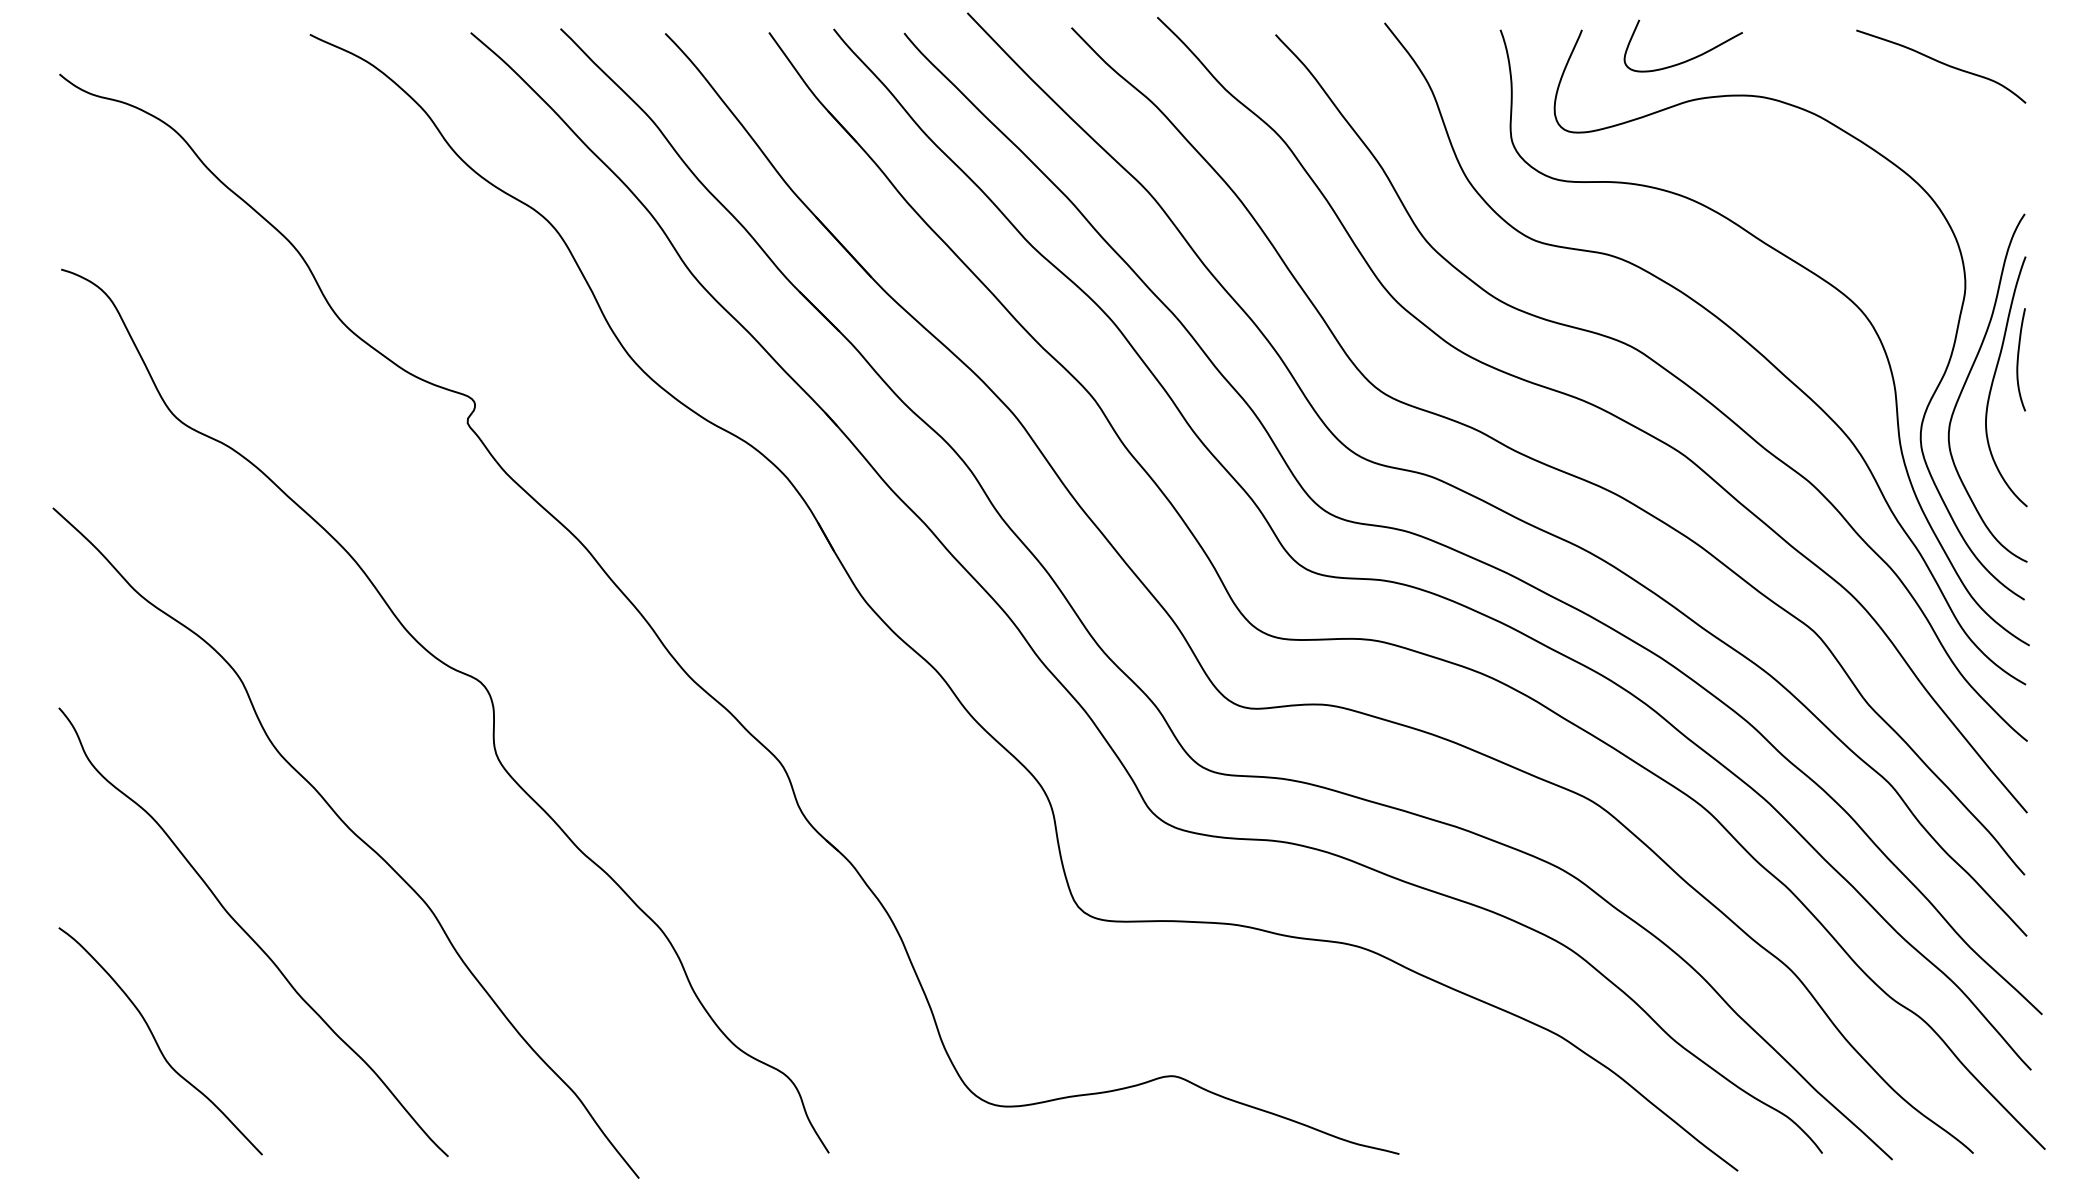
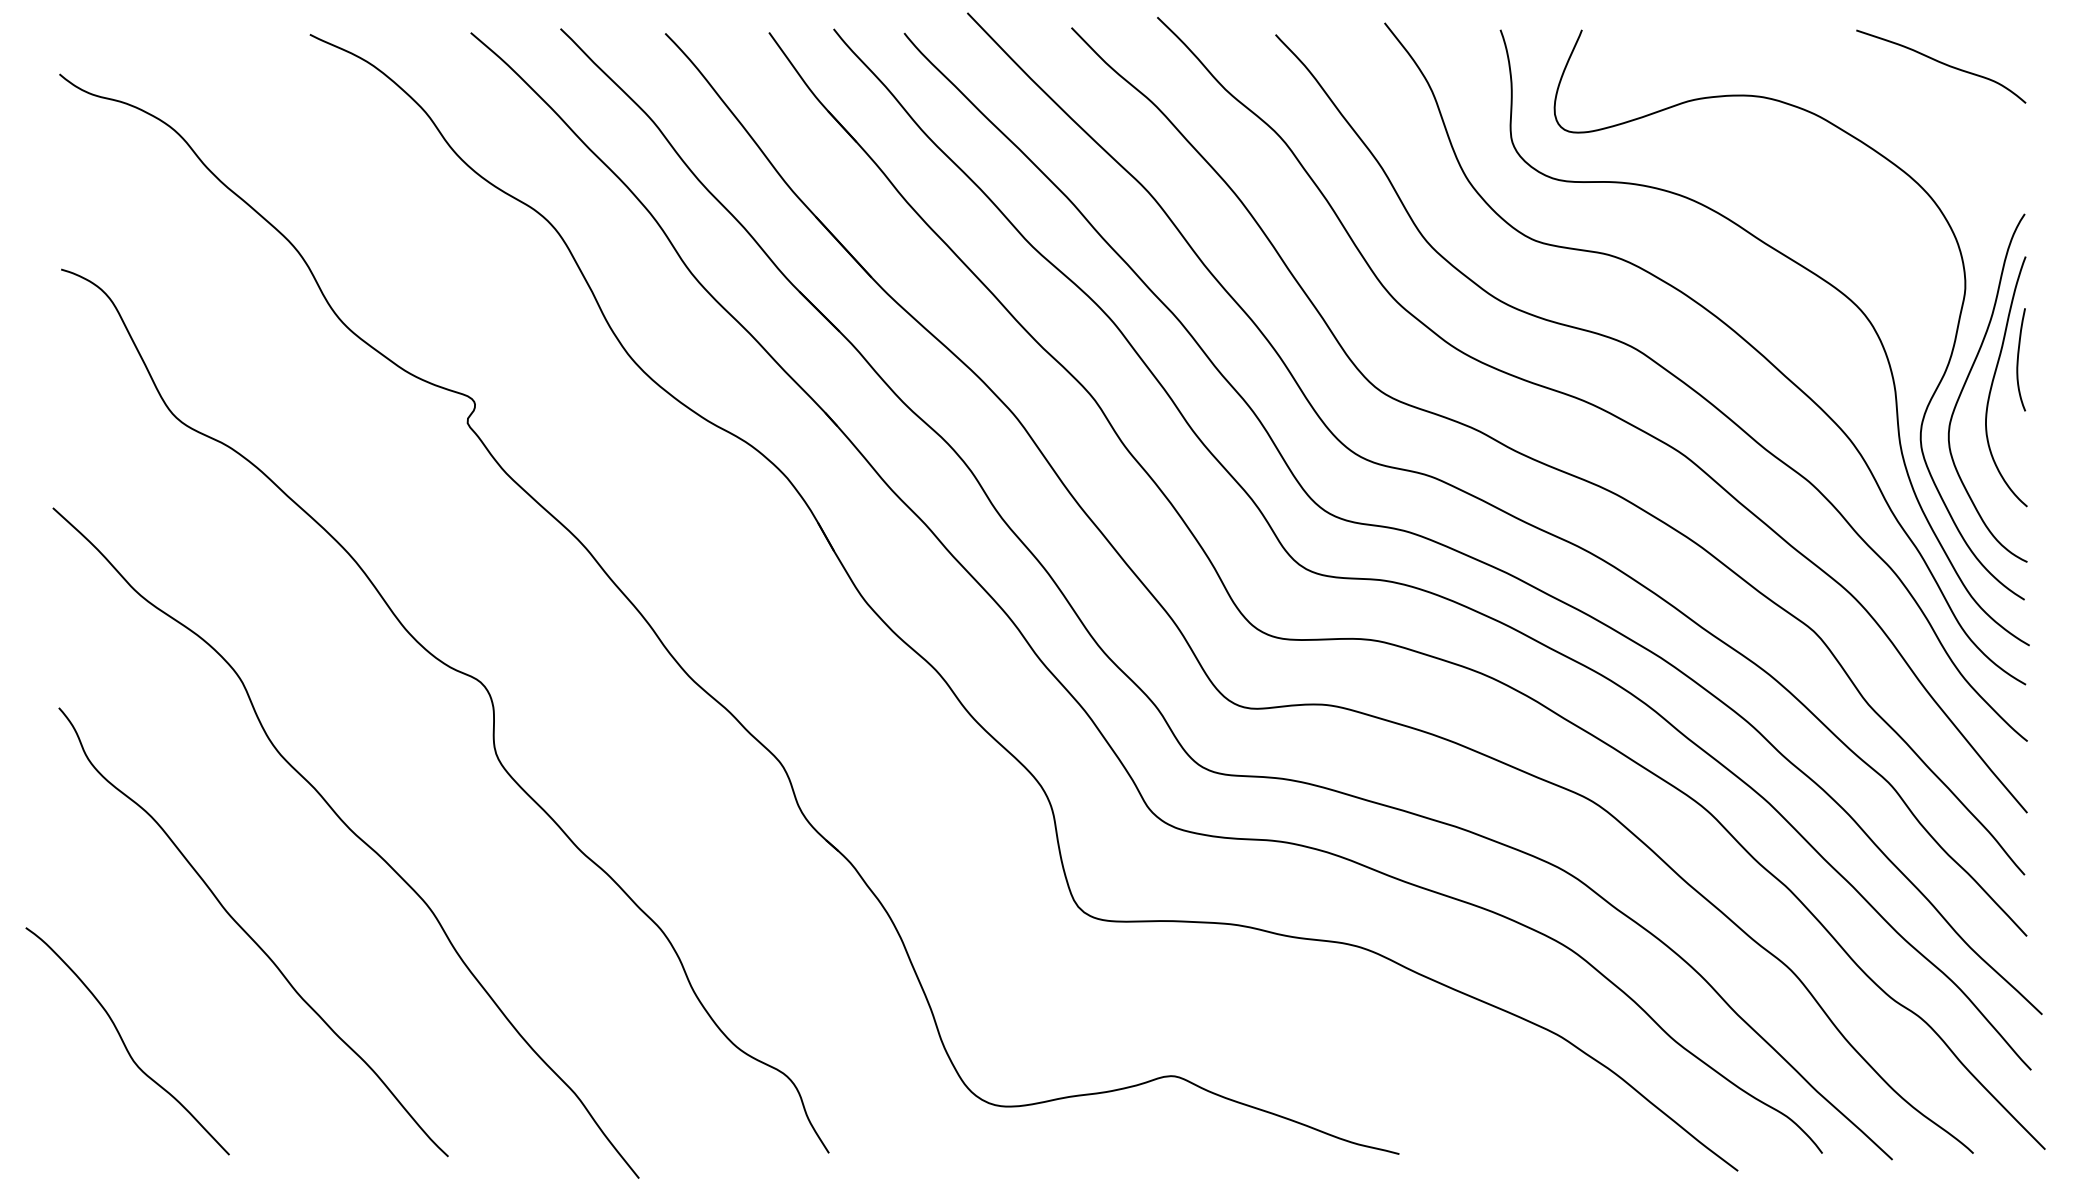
curve at (1687, 59): present -> none
curve at (157, 1042) position: (157, 1042) -> (124, 1042)
